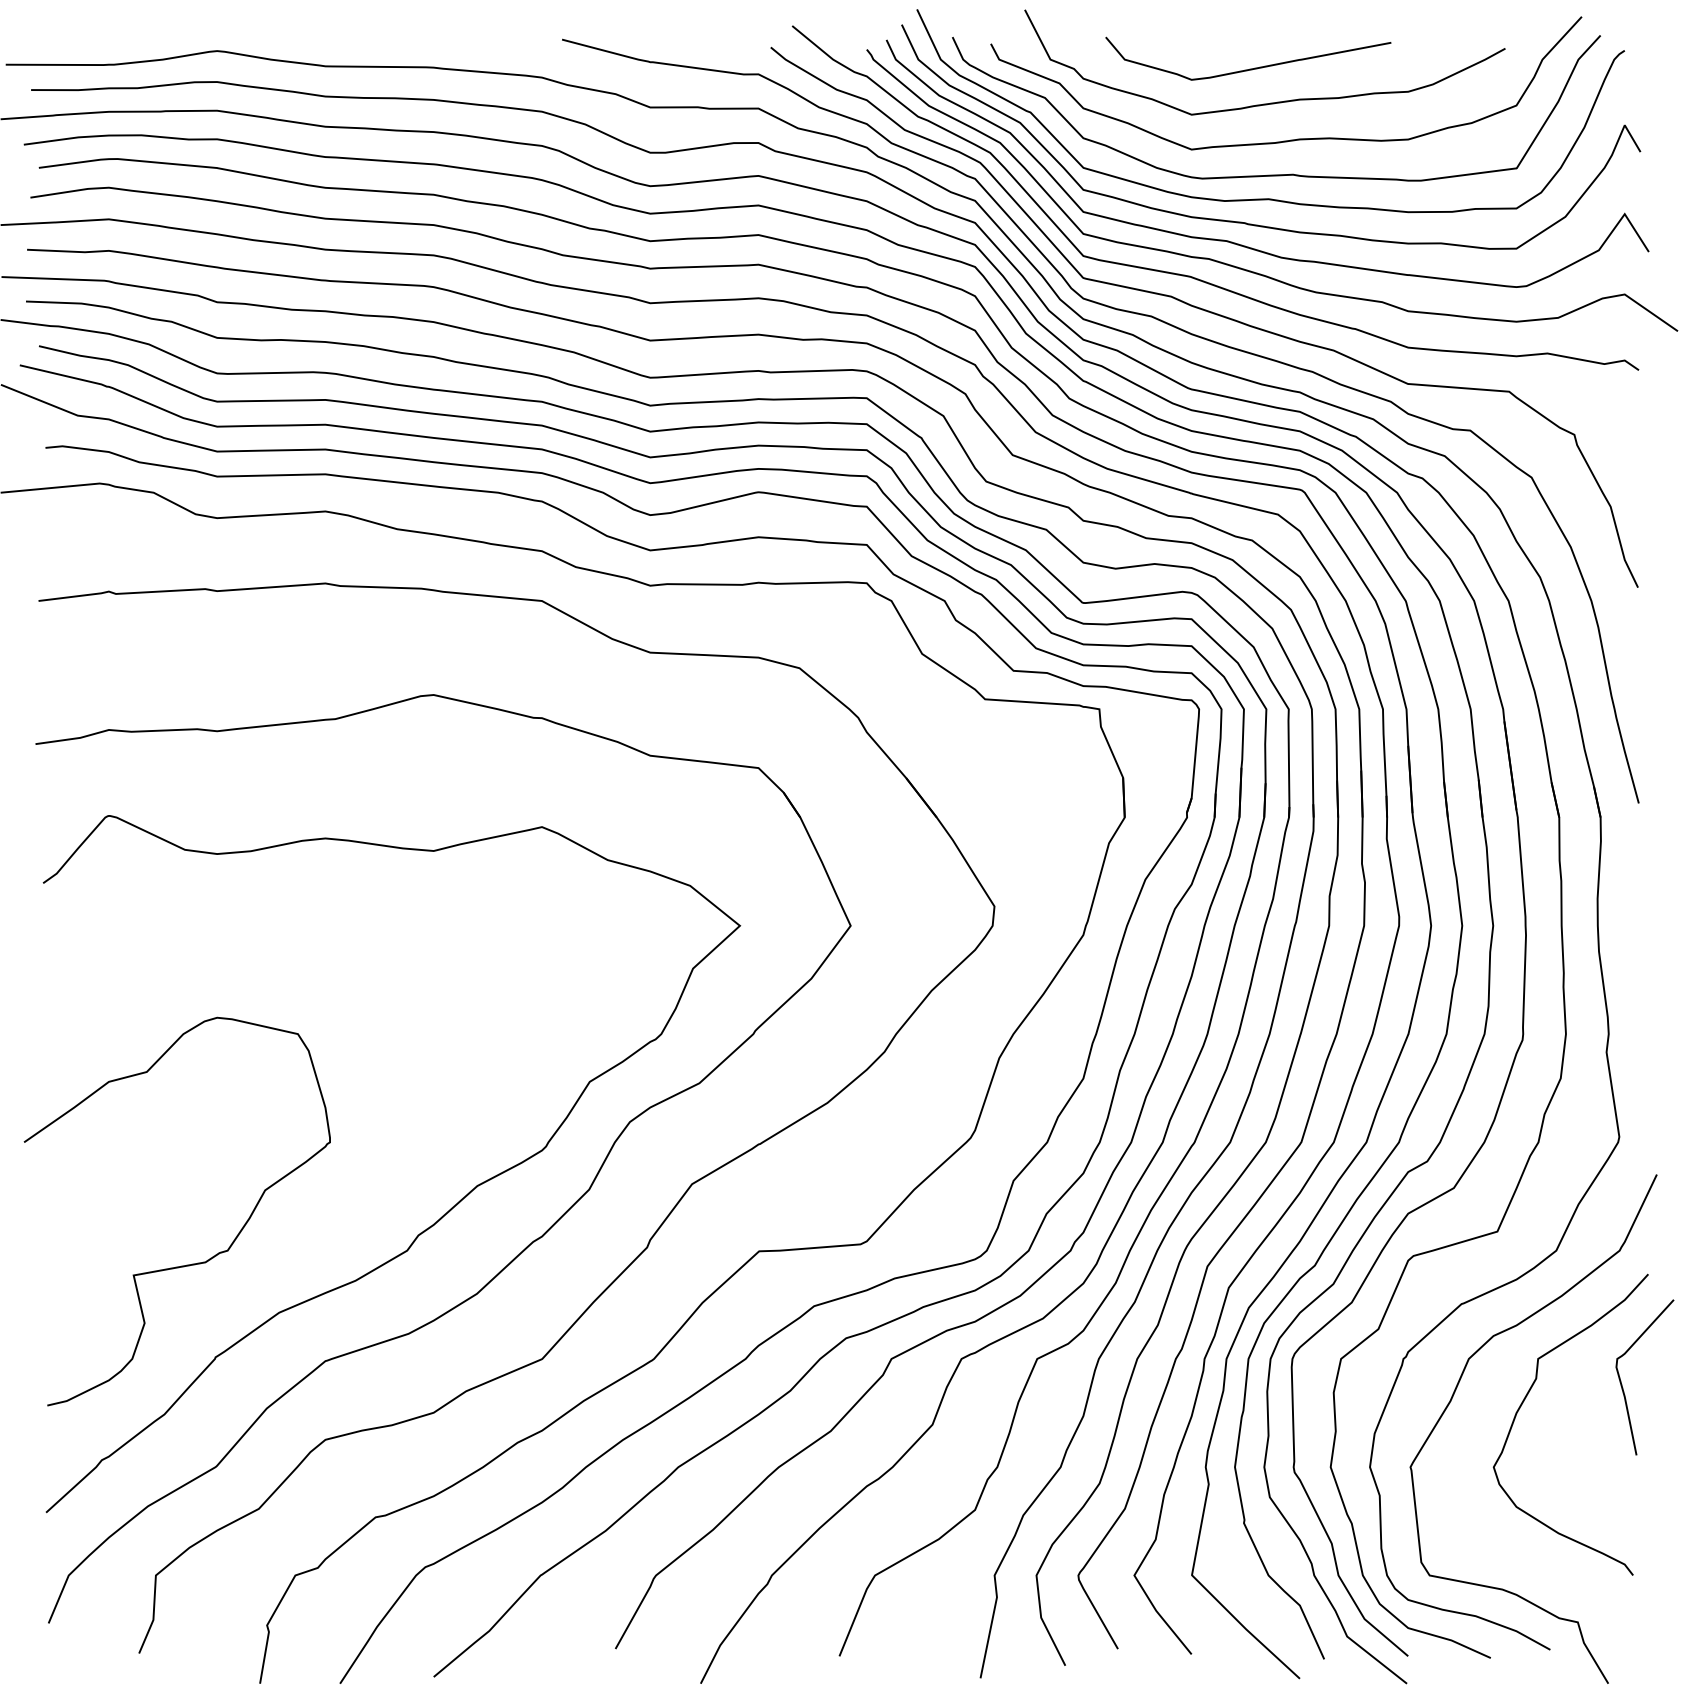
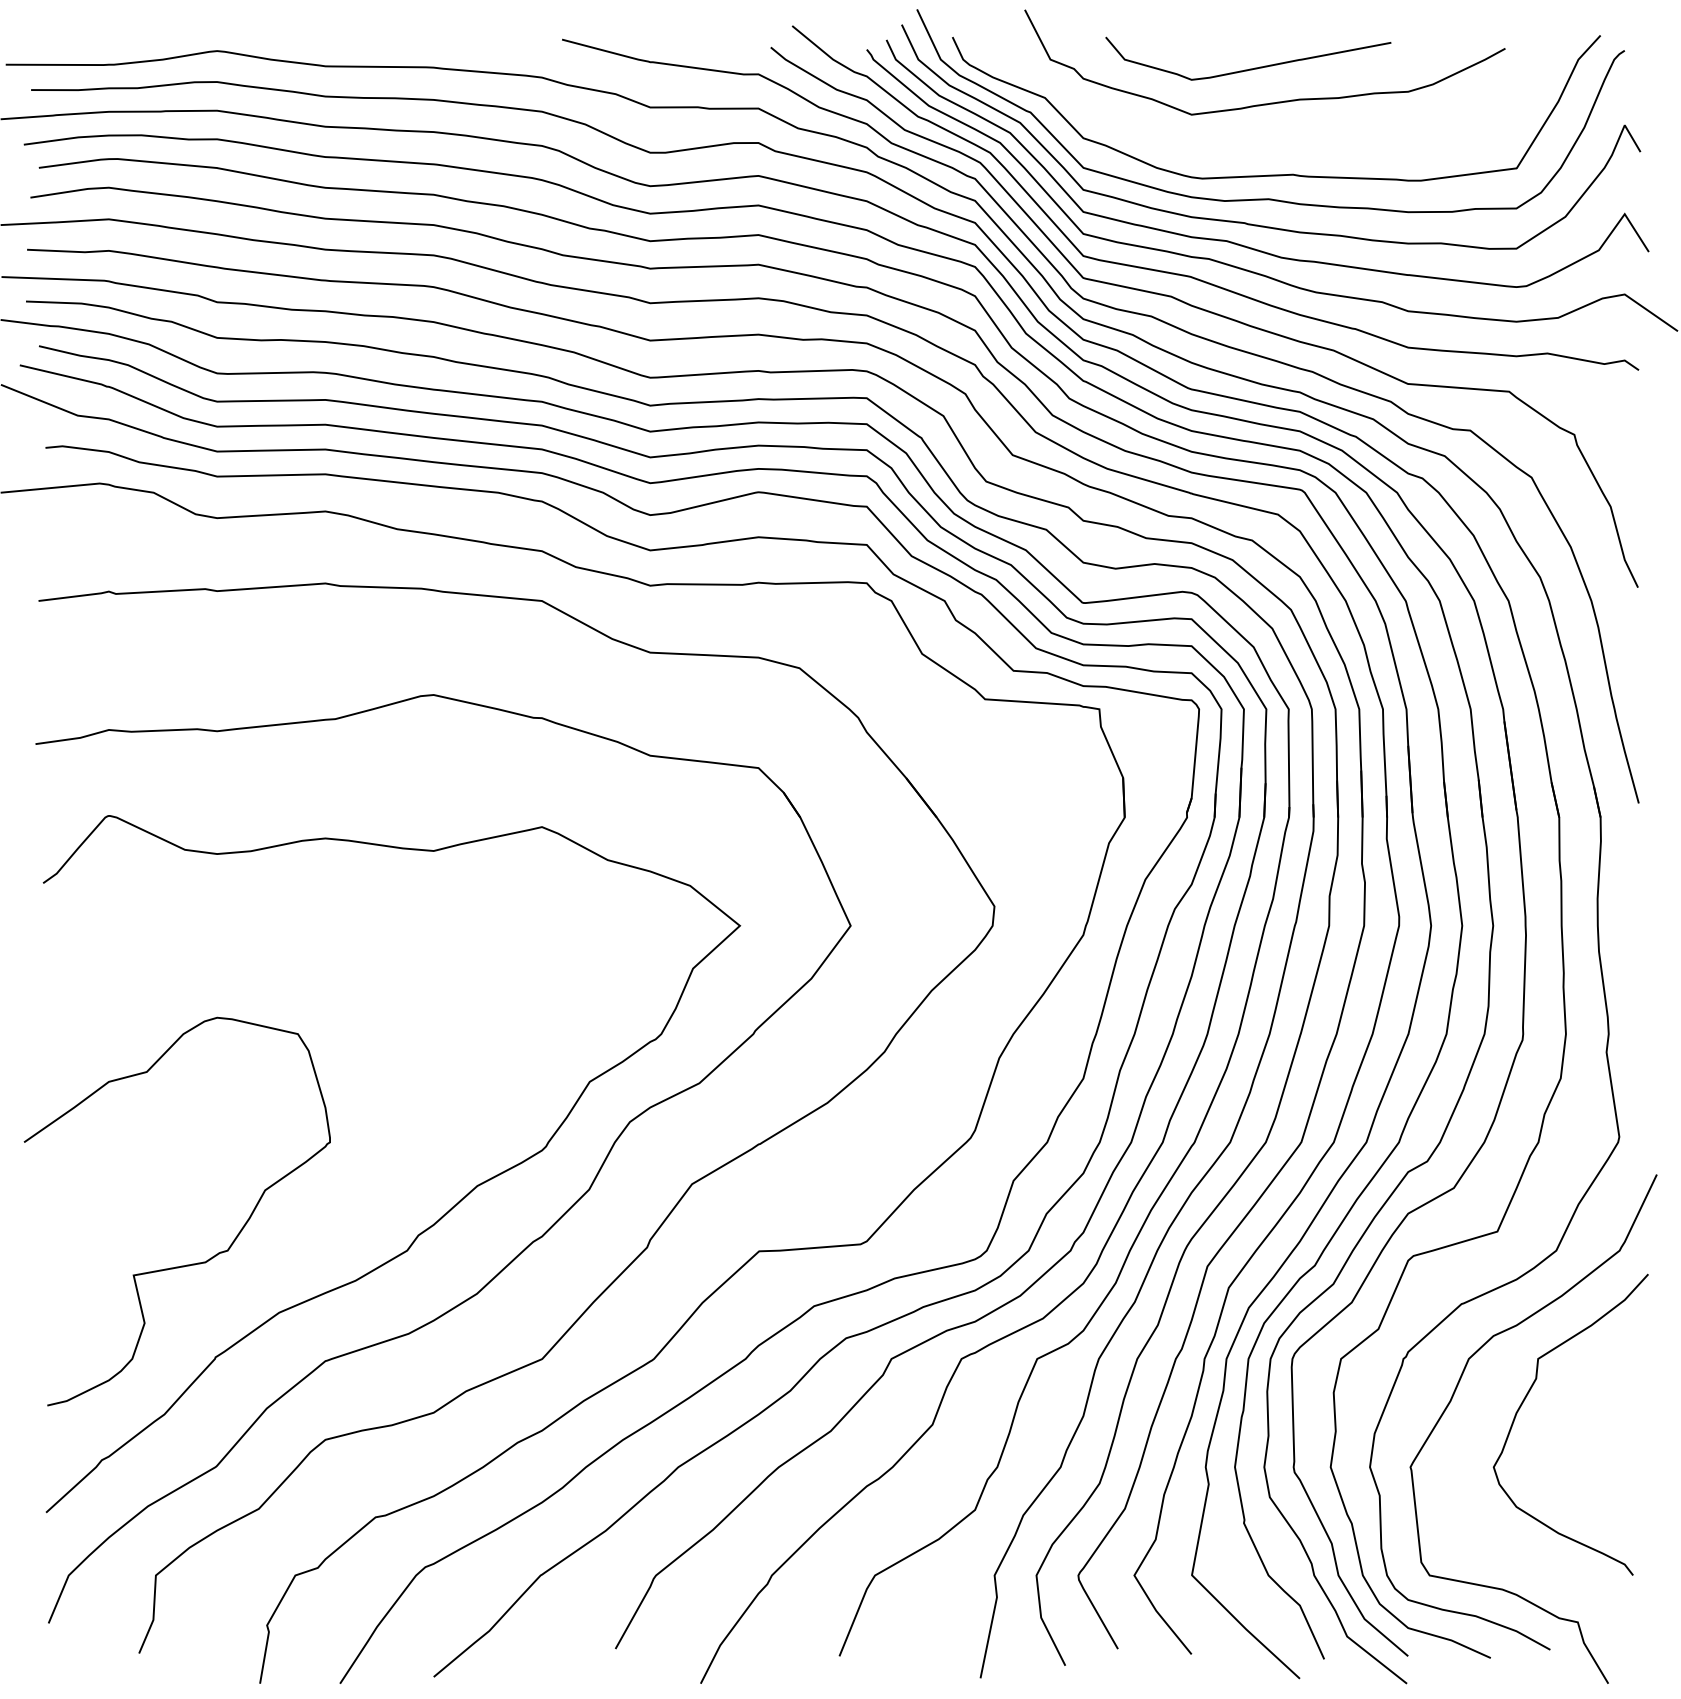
curve at (1297, 138): present -> none
curve at (1622, 1384): present -> none
